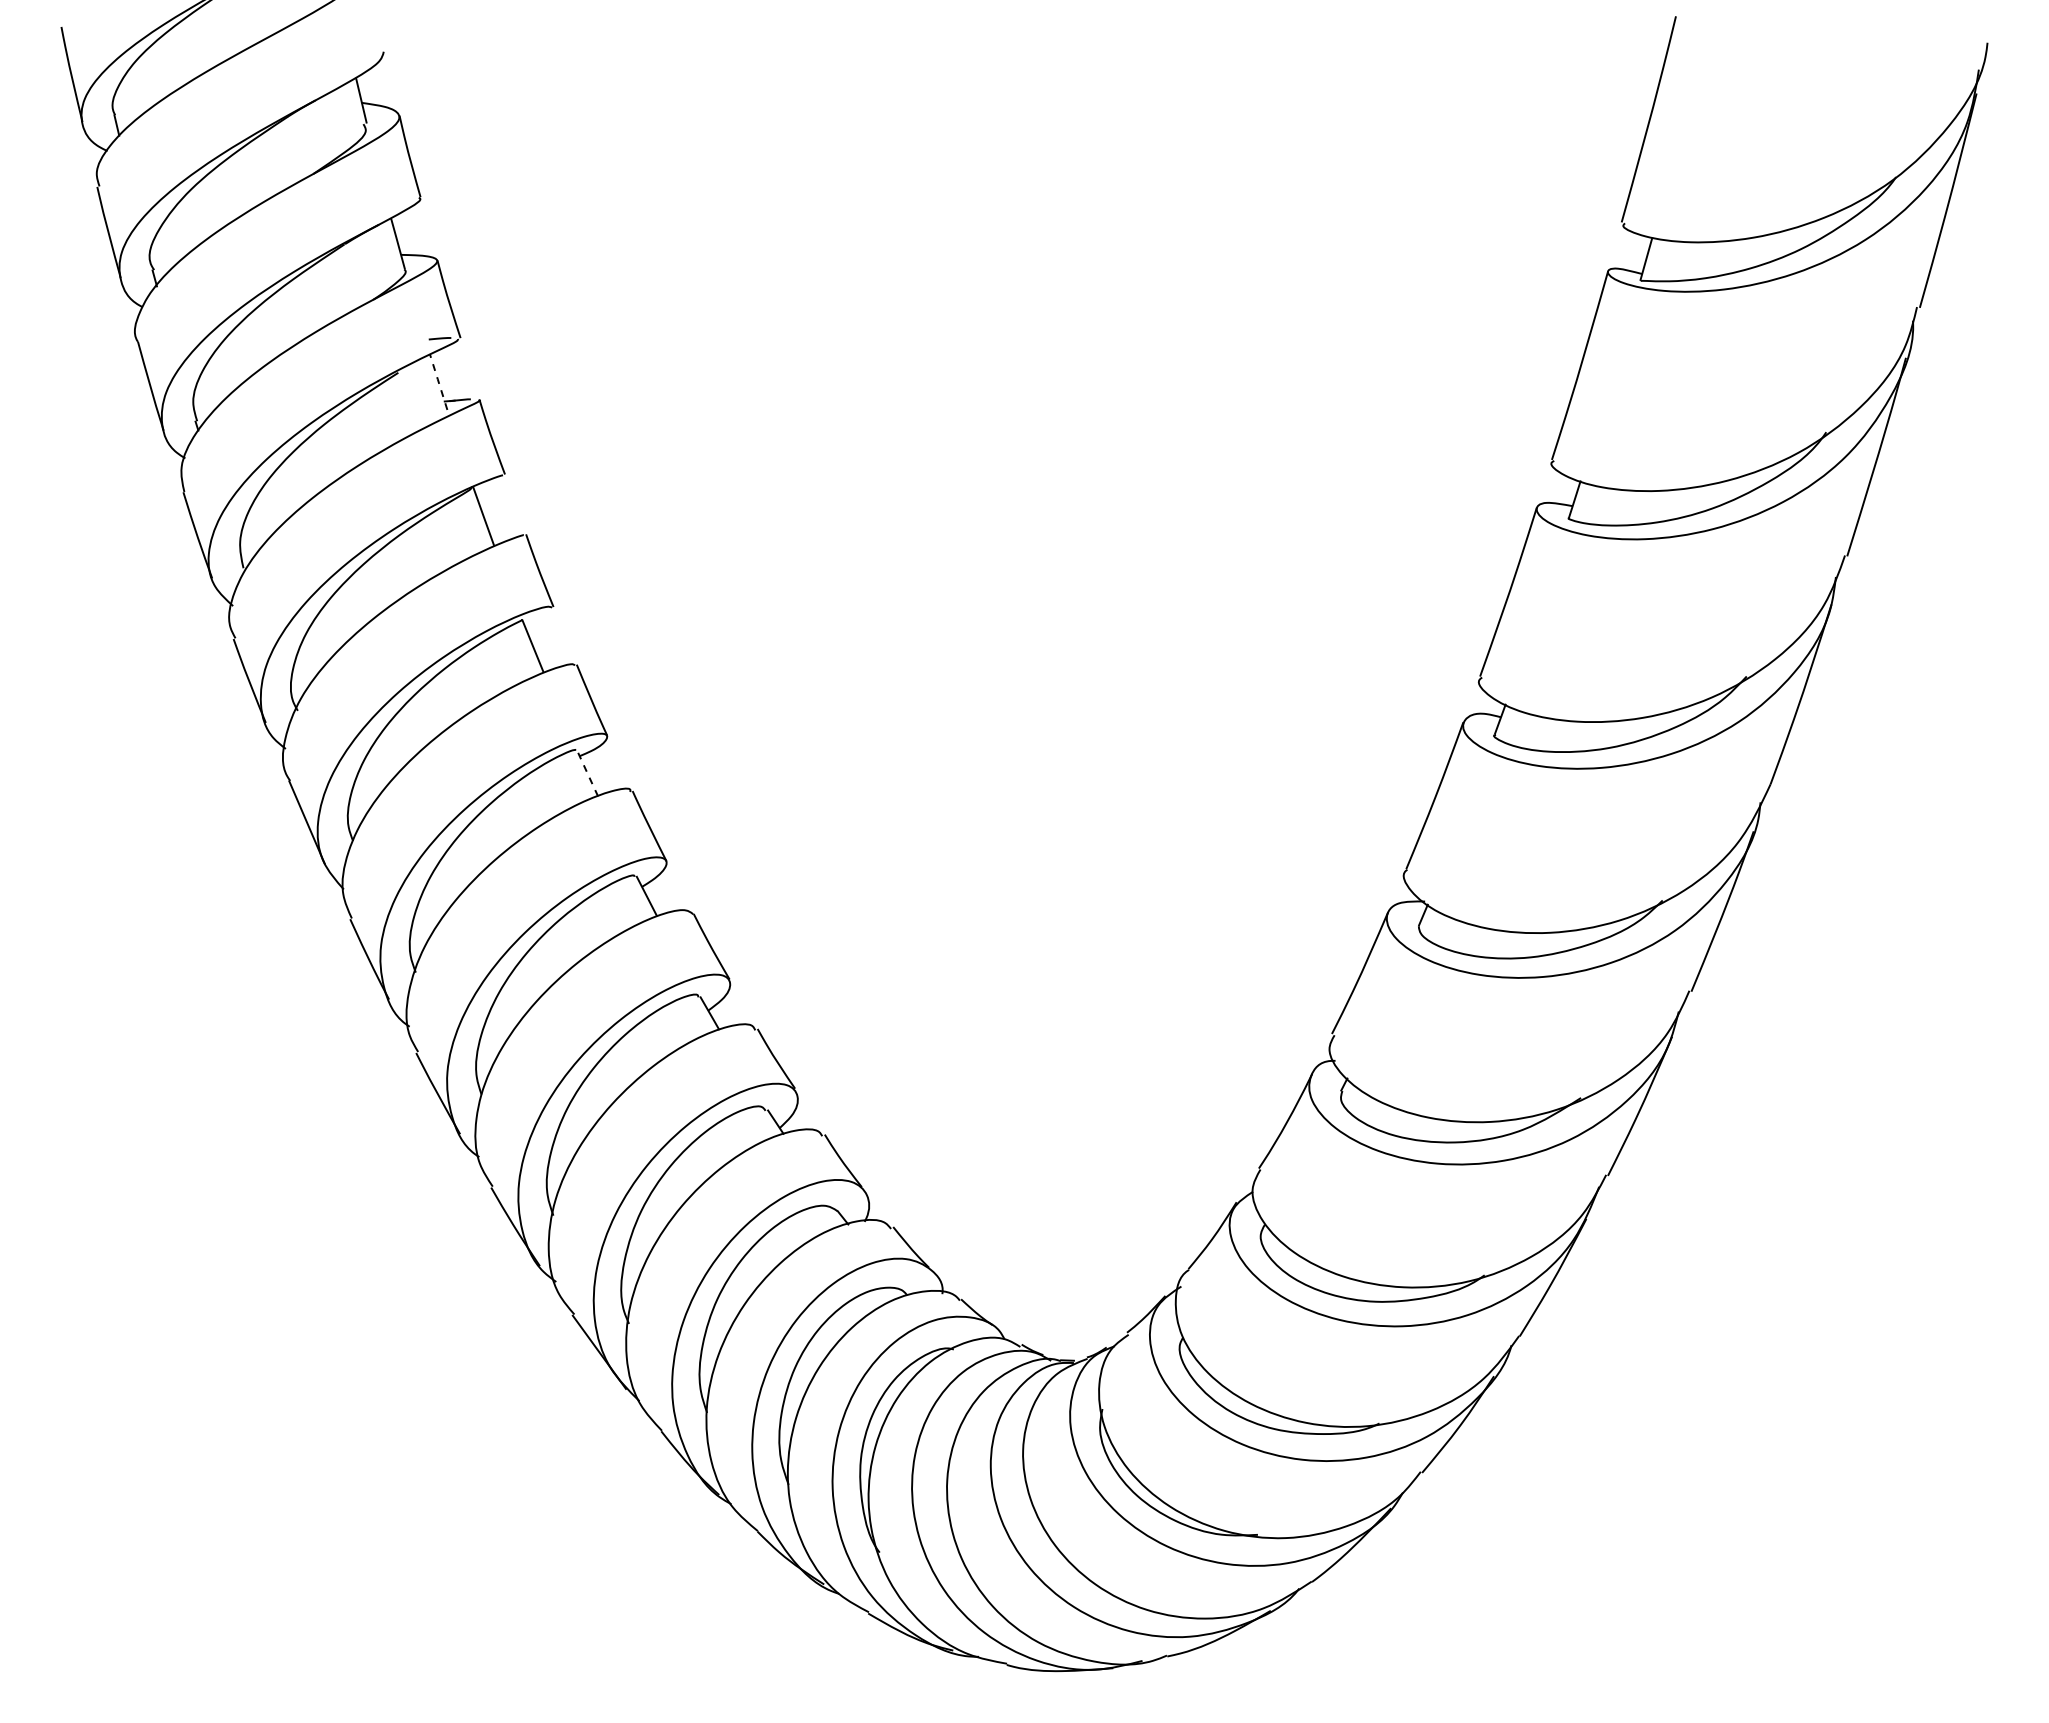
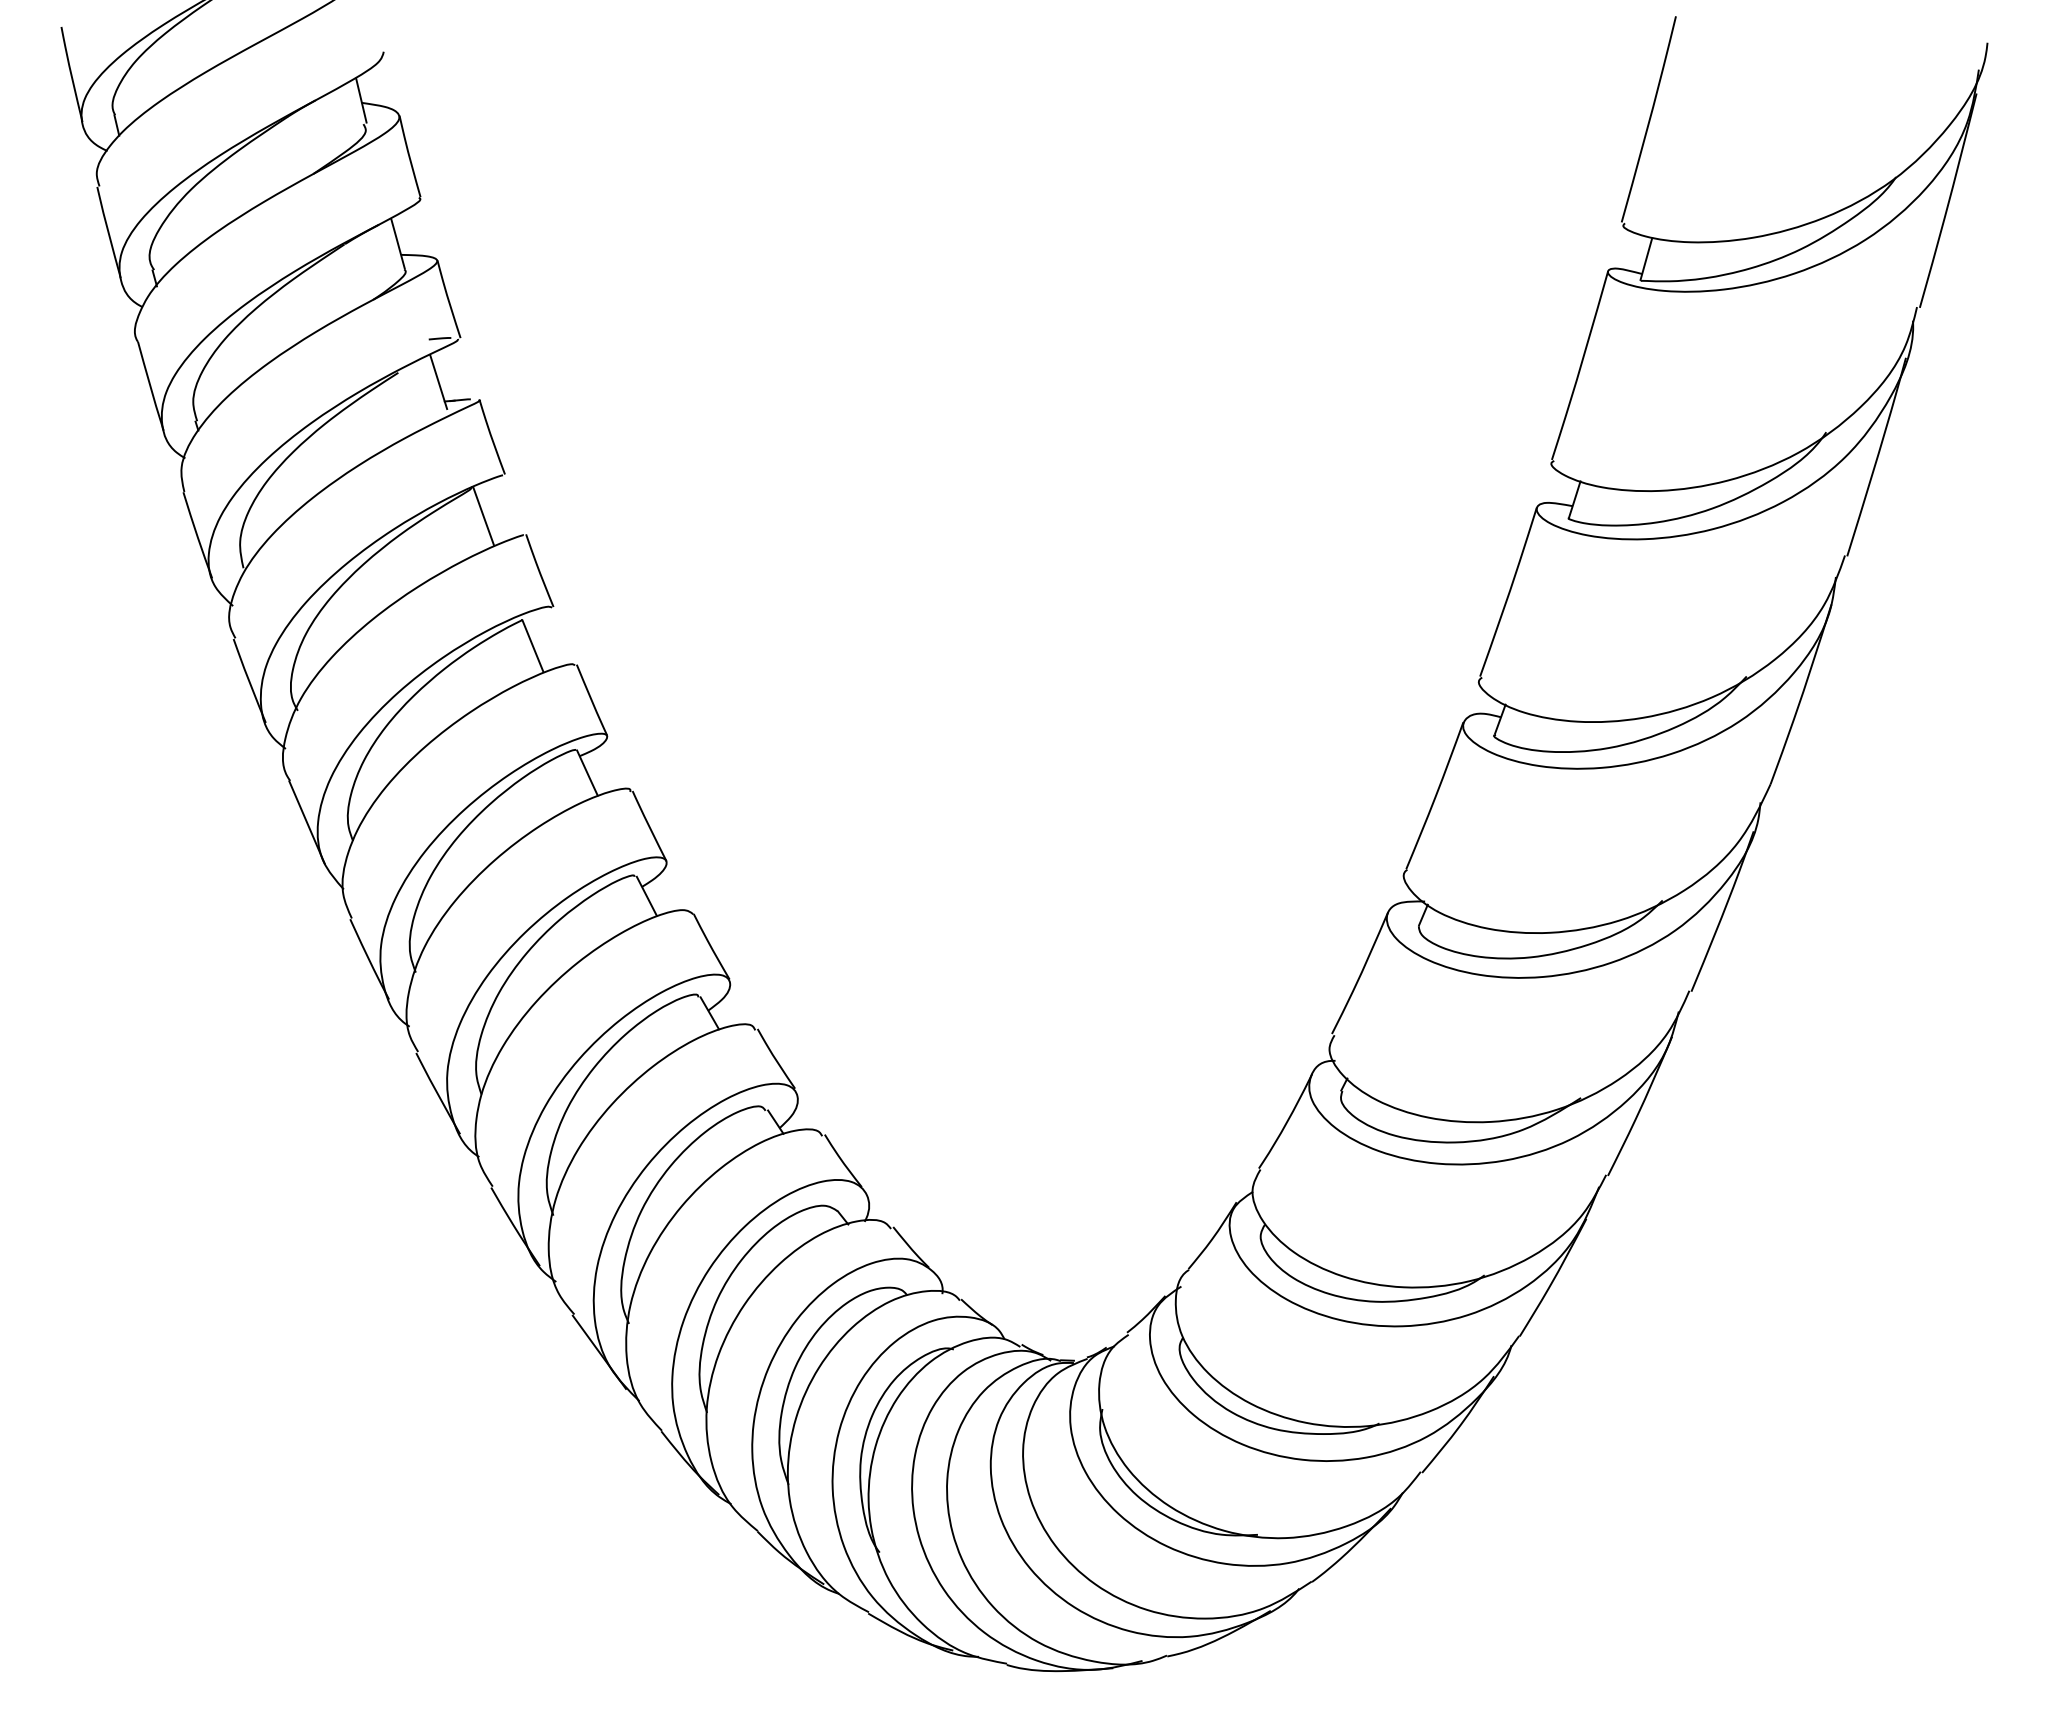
line at (438, 381): dashed -> solid
line at (587, 773): dashed -> solid
